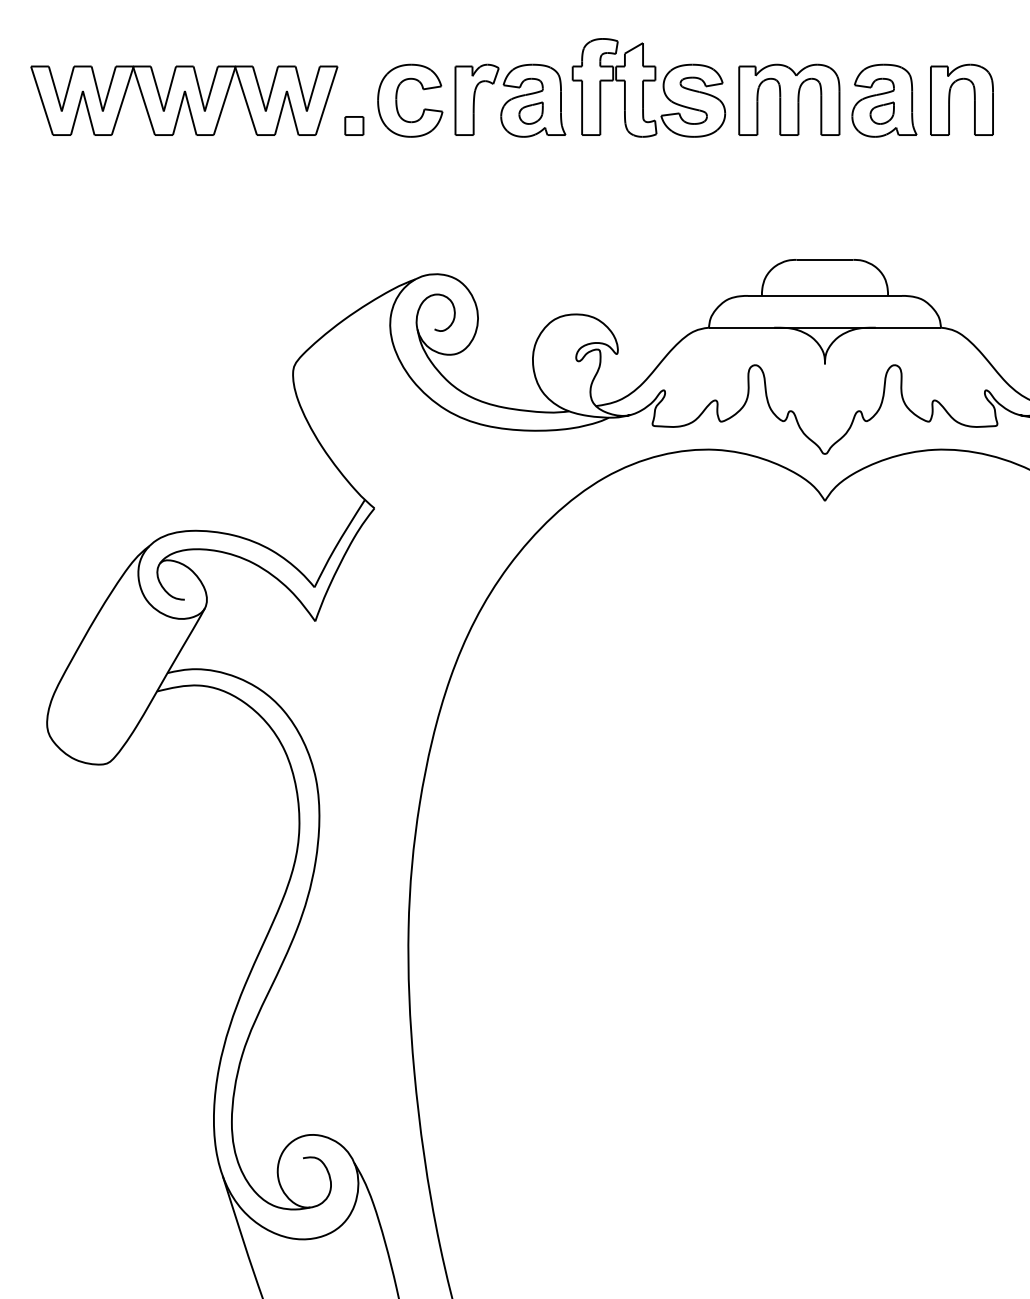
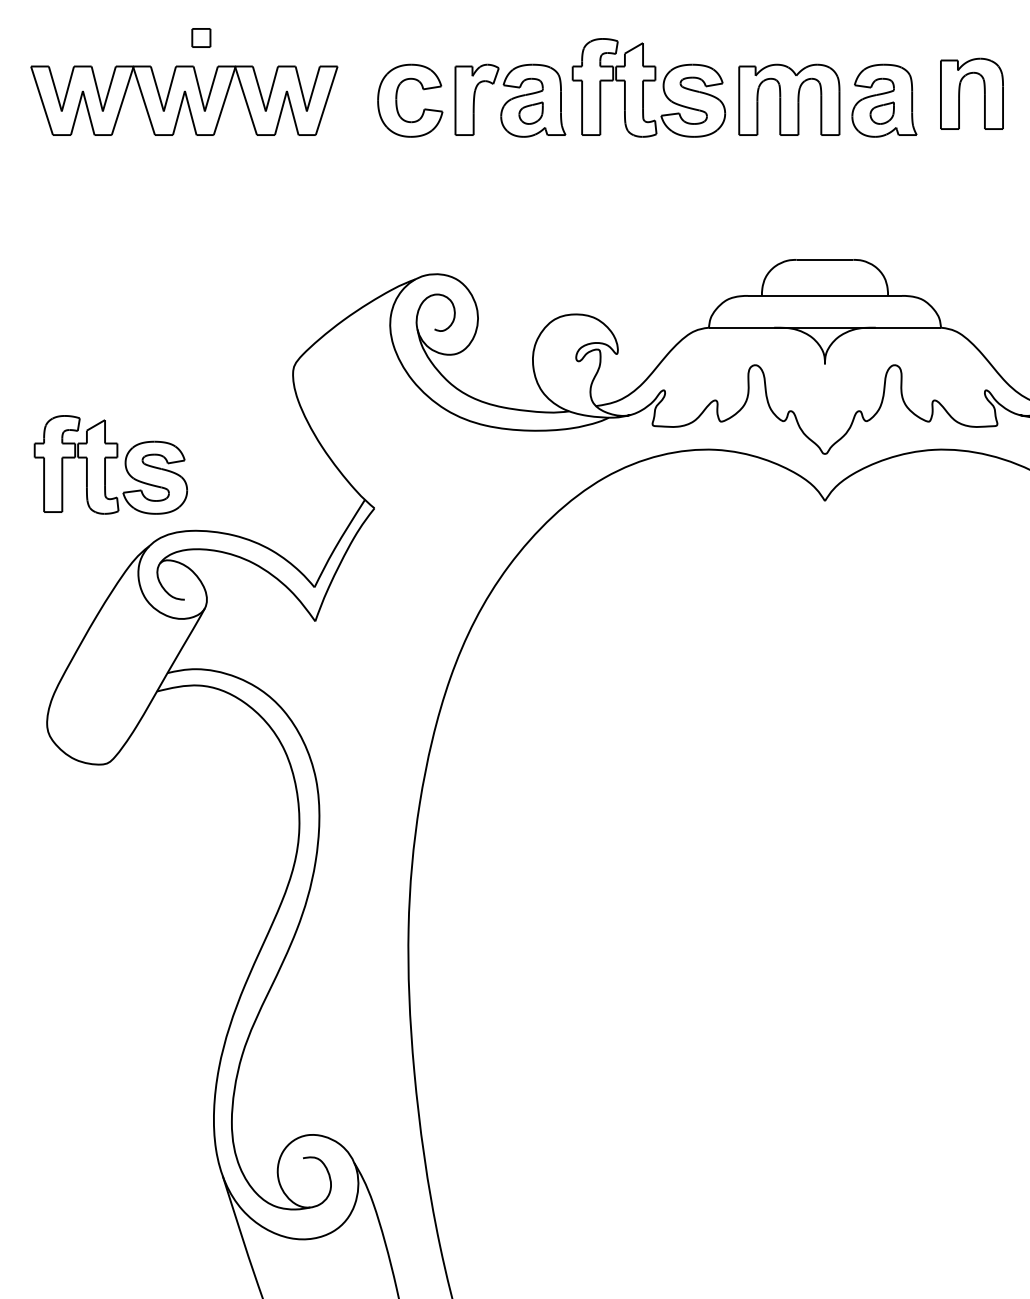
part at (950, 99) position: (950, 99) -> (960, 93)
part at (354, 125) position: (354, 125) -> (201, 37)
part at (110, 464): none -> present
